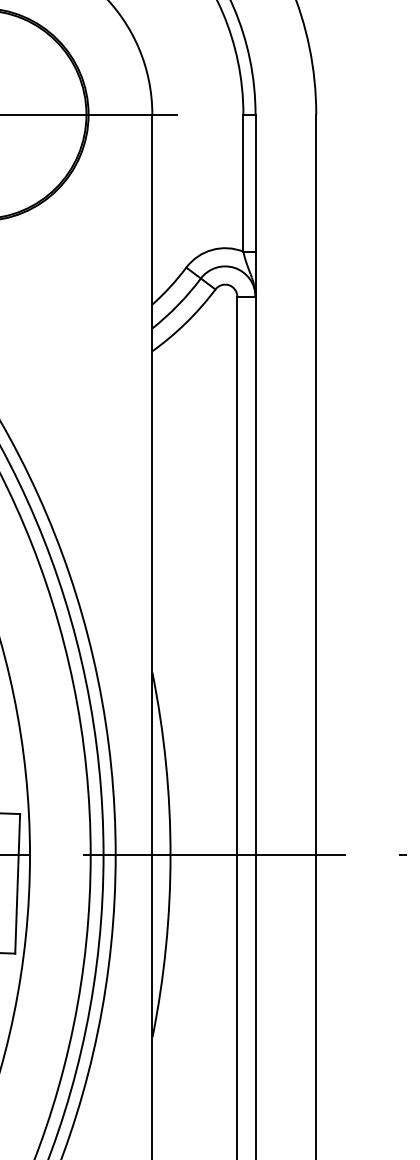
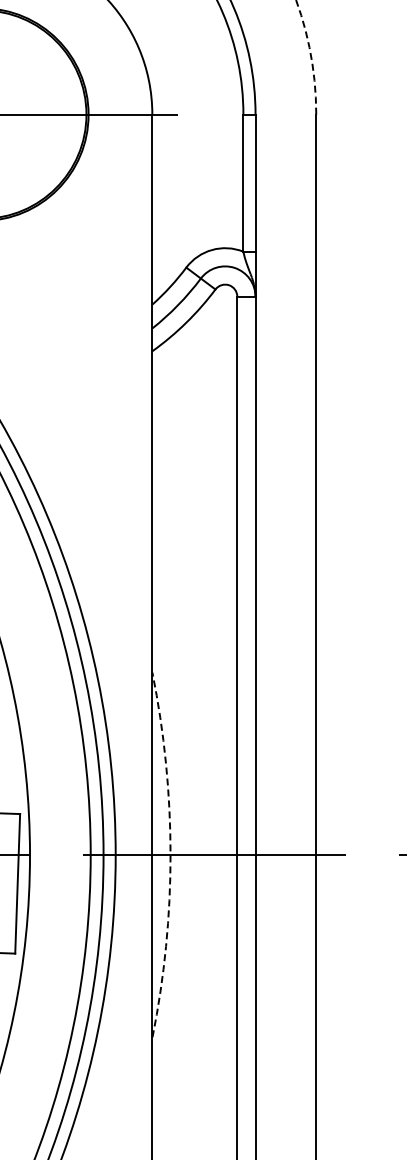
arc at (311, 57): solid -> dashed
arc at (170, 854): solid -> dashed
